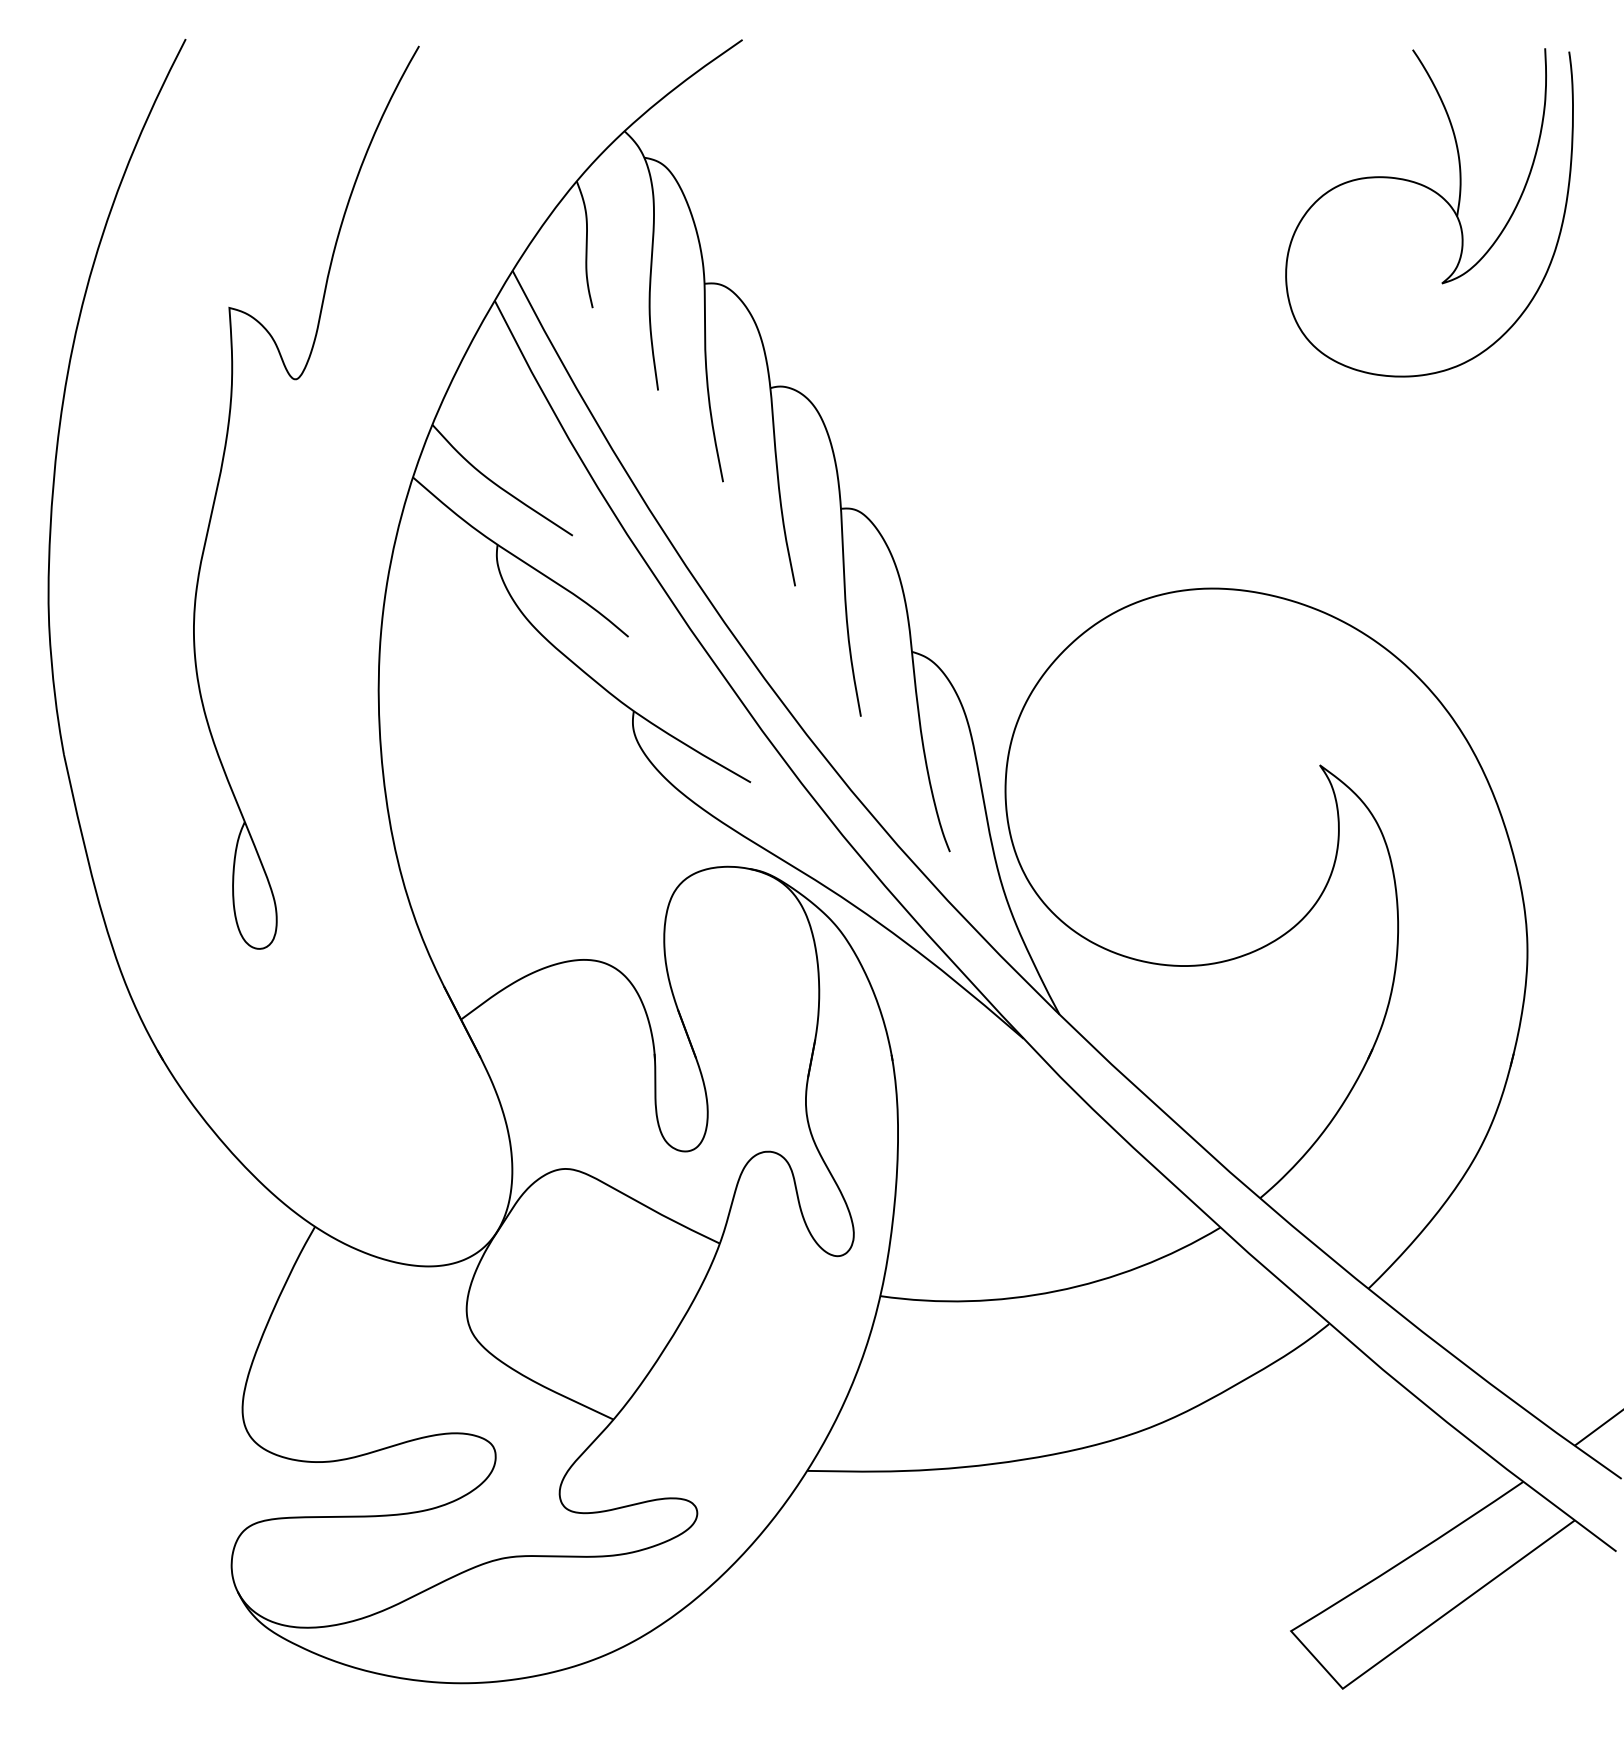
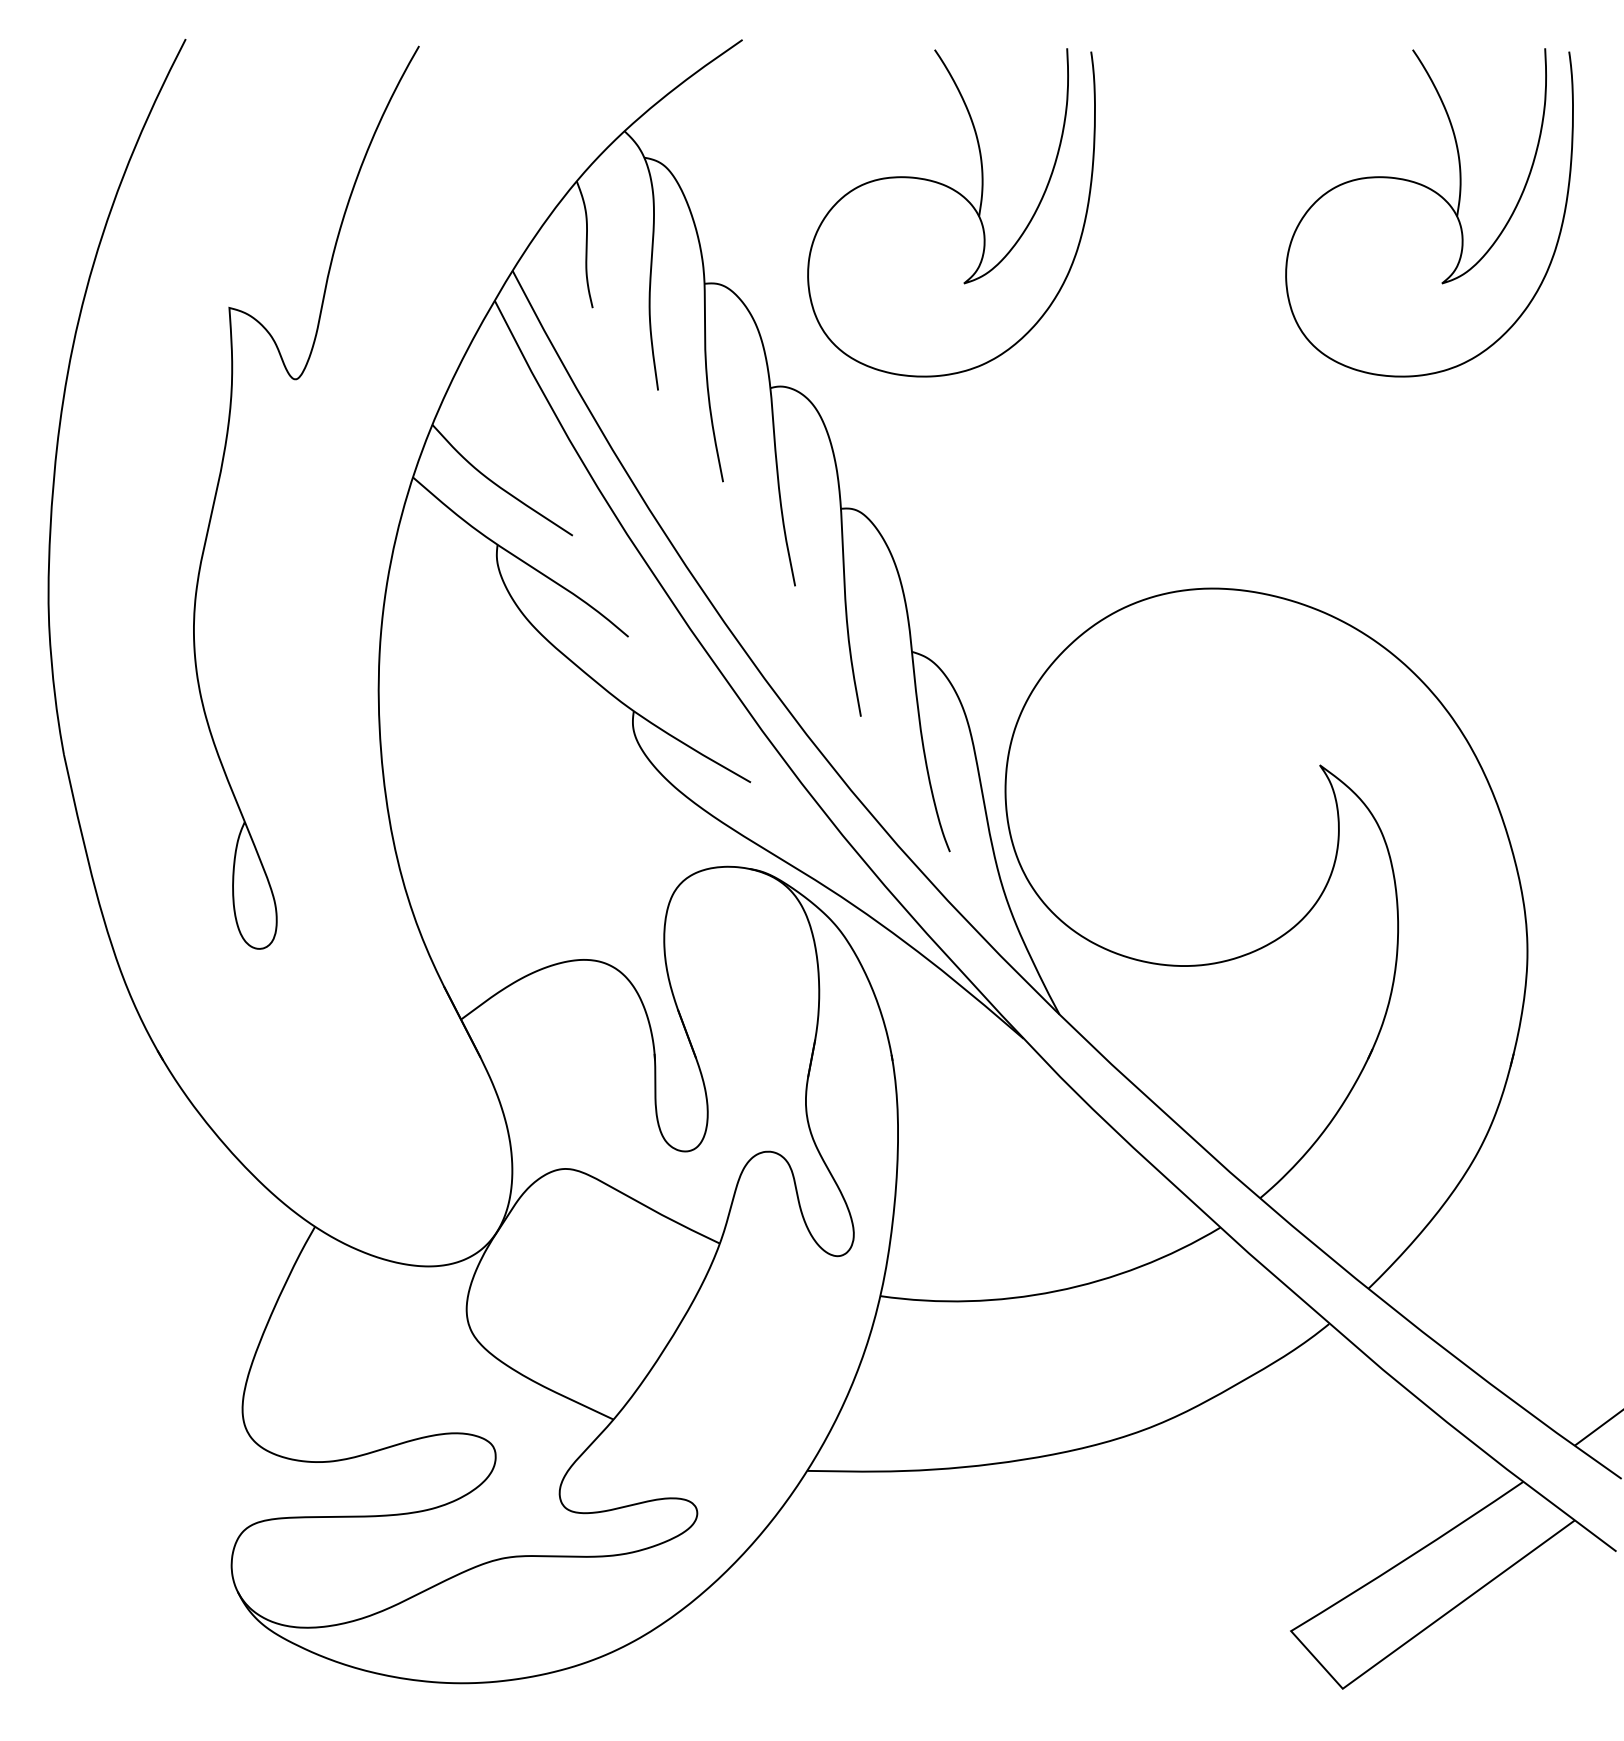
part at (963, 198): none -> present
